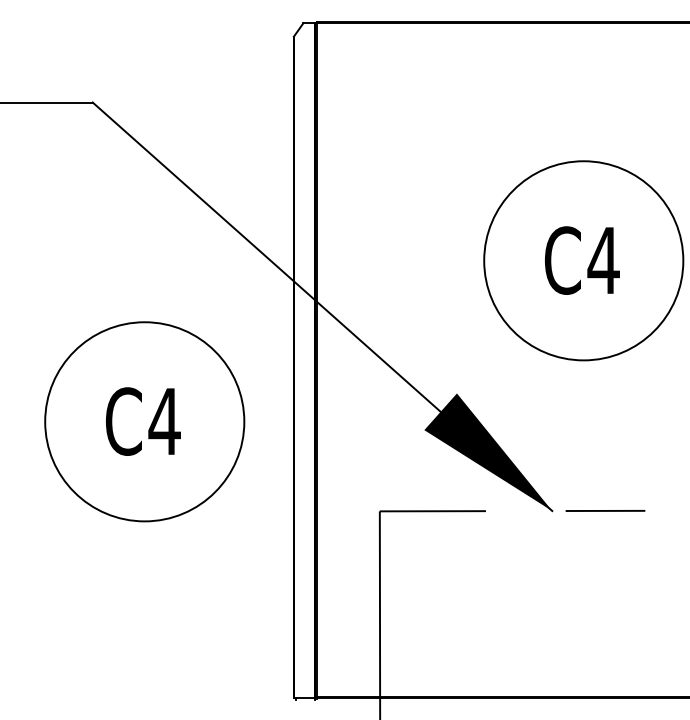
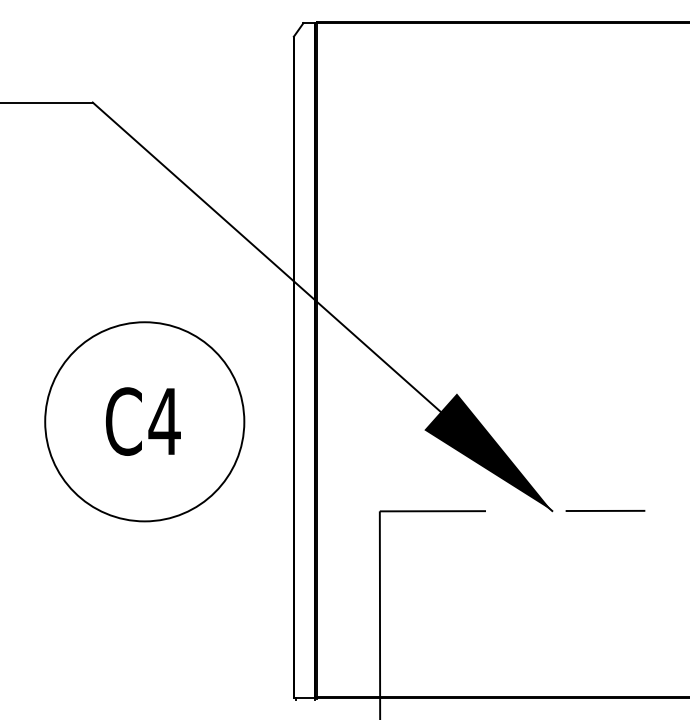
part at (583, 260): present -> none
